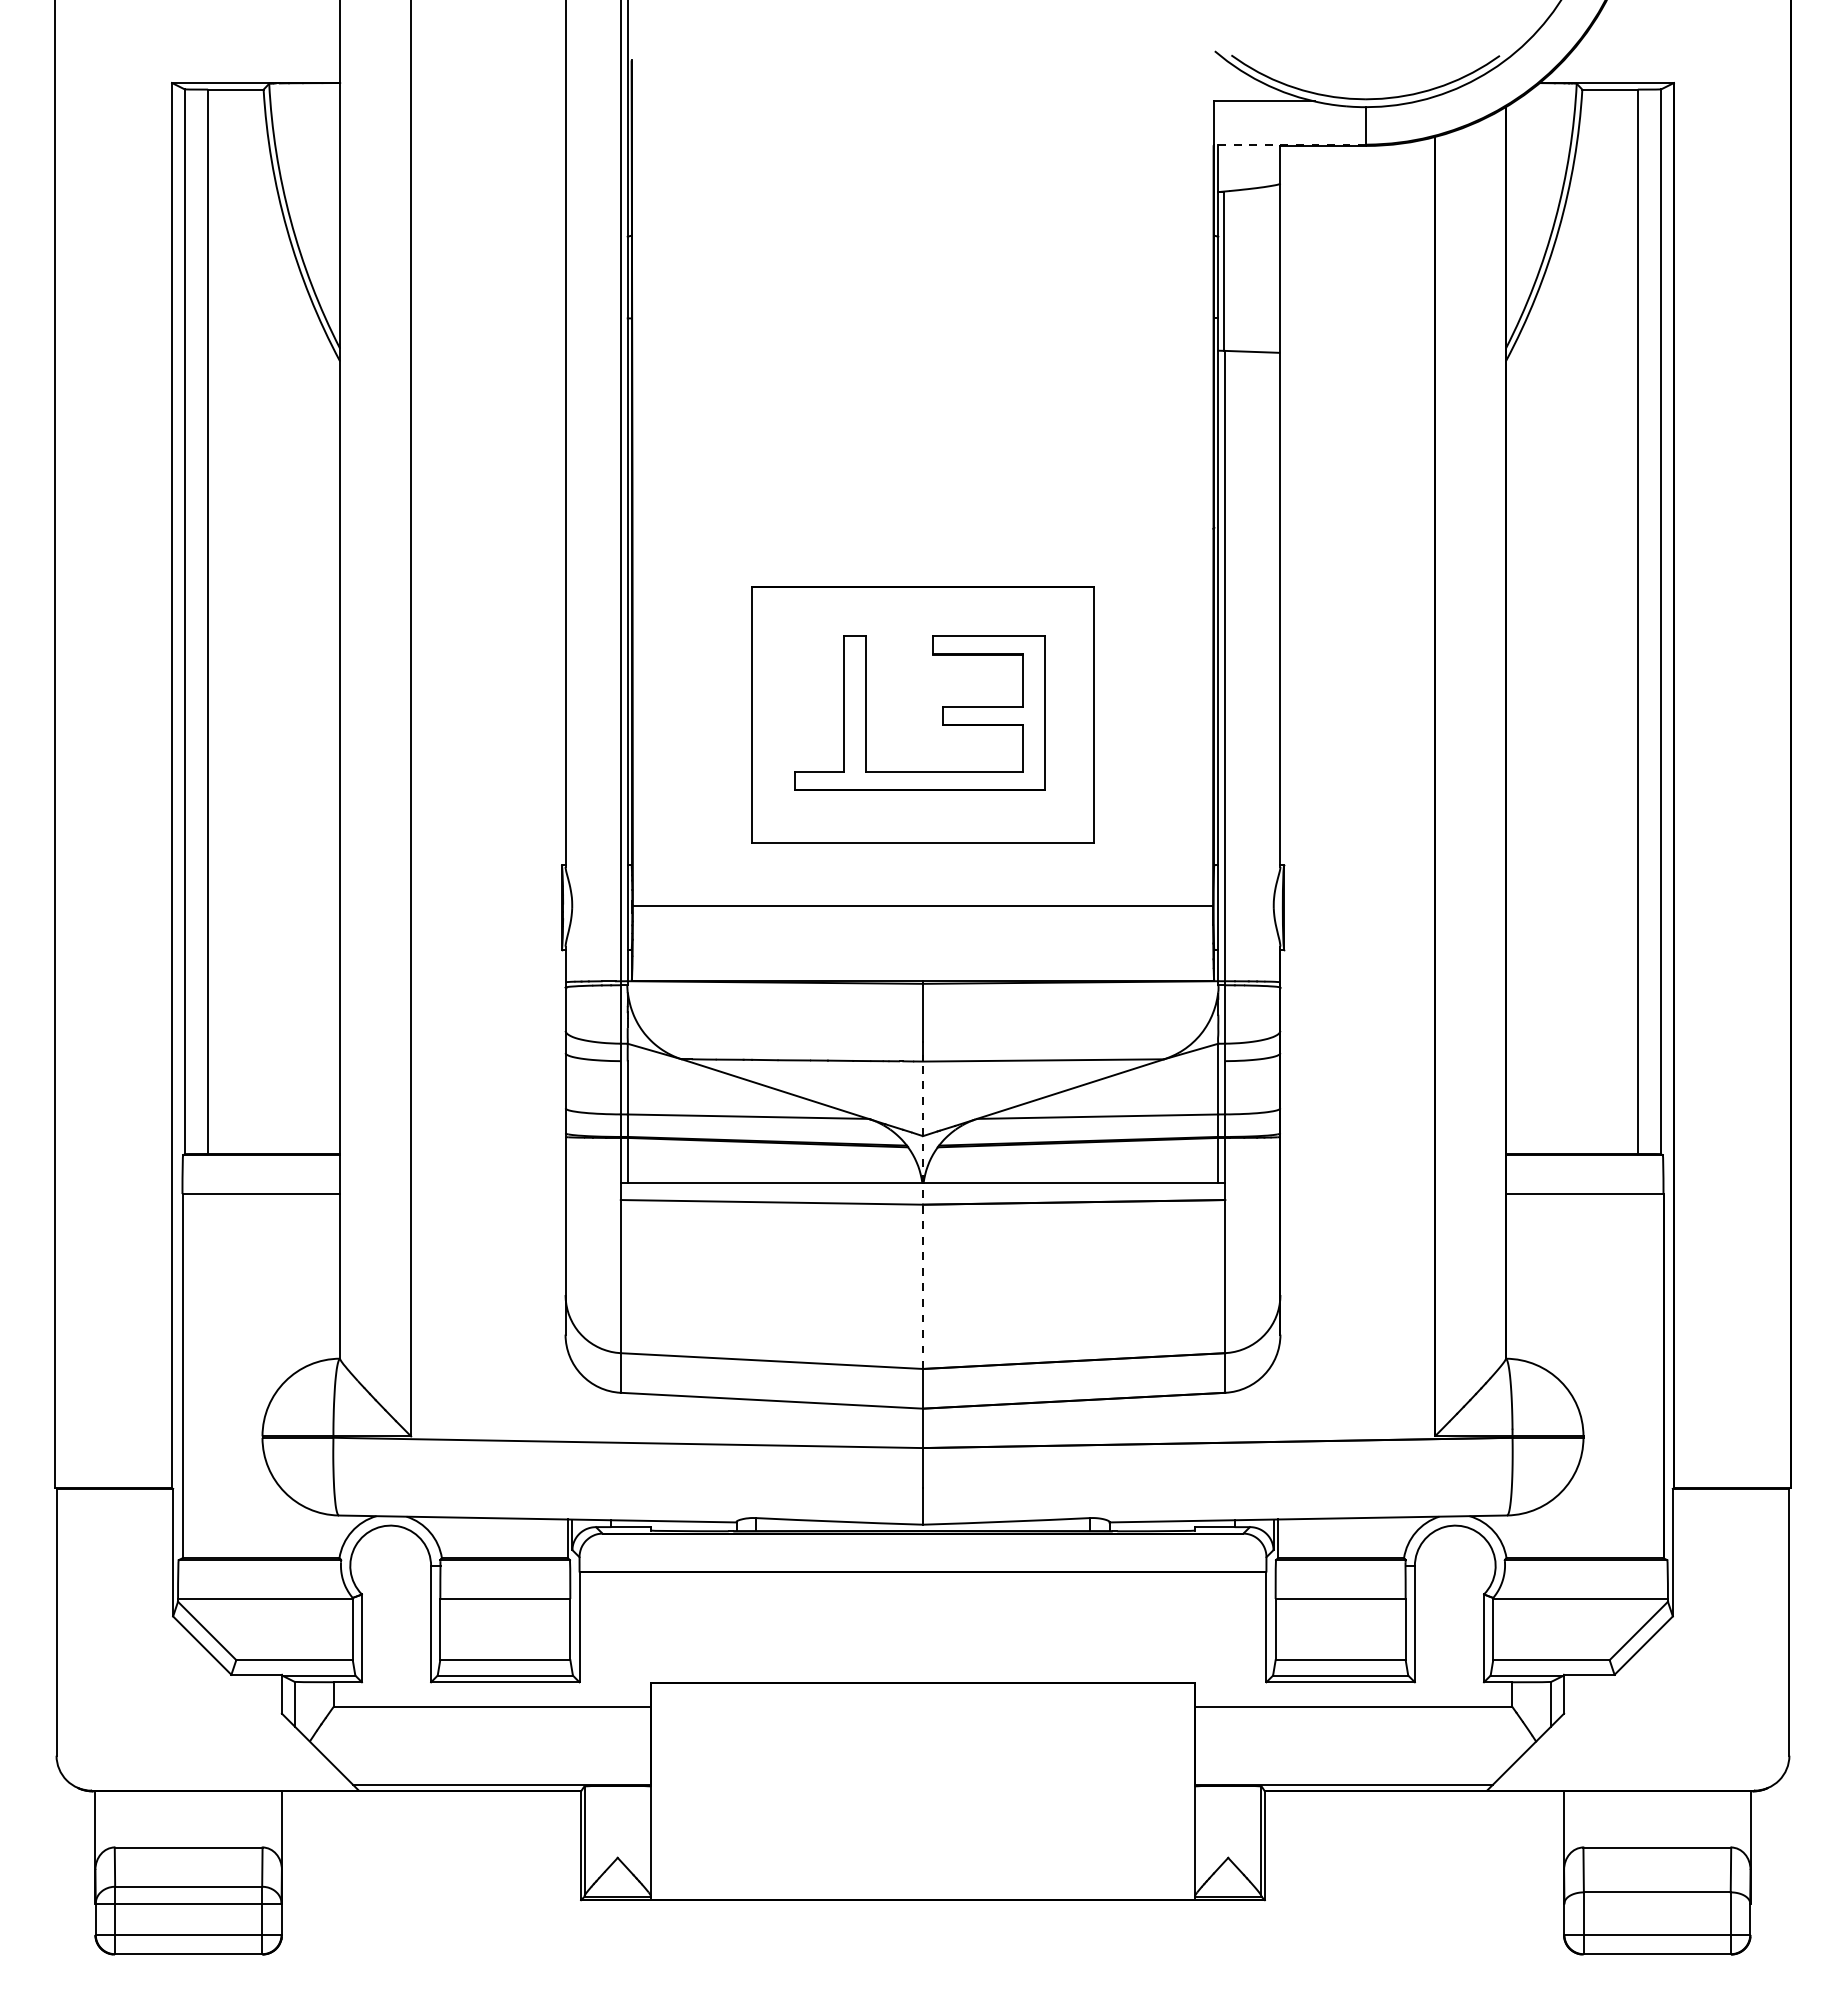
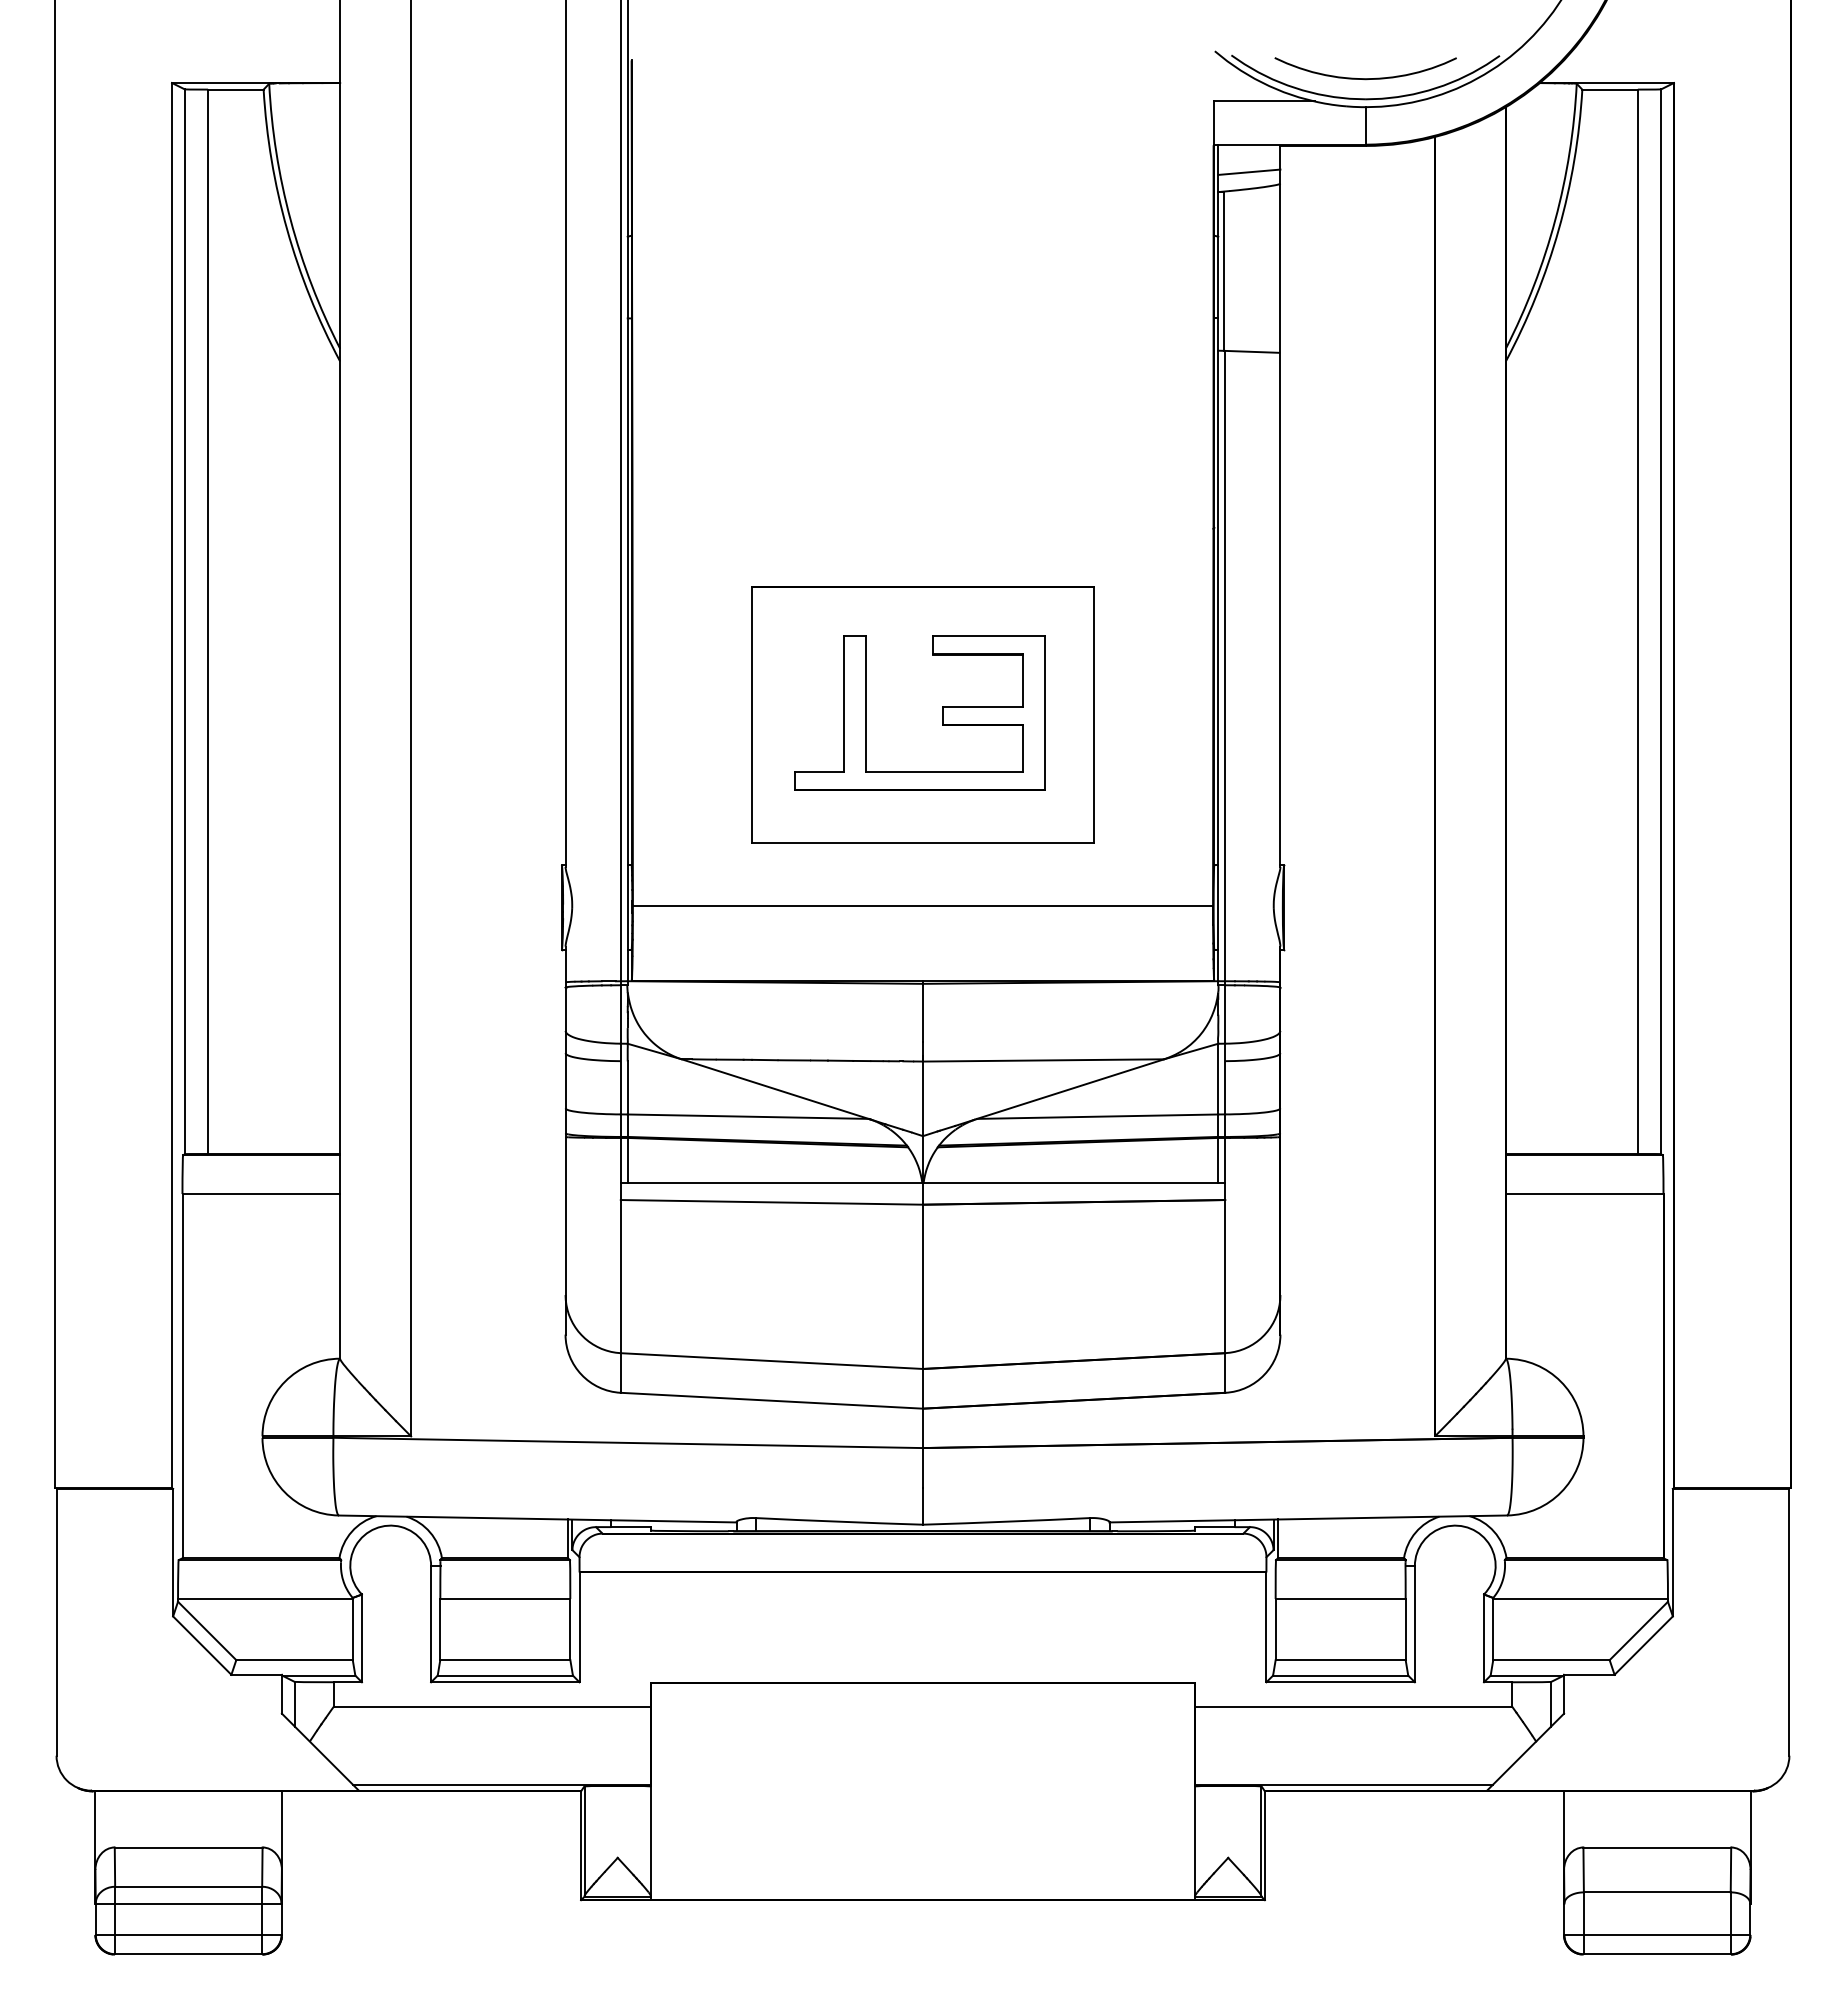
curve at (1365, 78): none -> present
line at (1290, 144): dashed -> solid
line at (1249, 171): none -> present
line at (922, 1215): dashed -> solid
